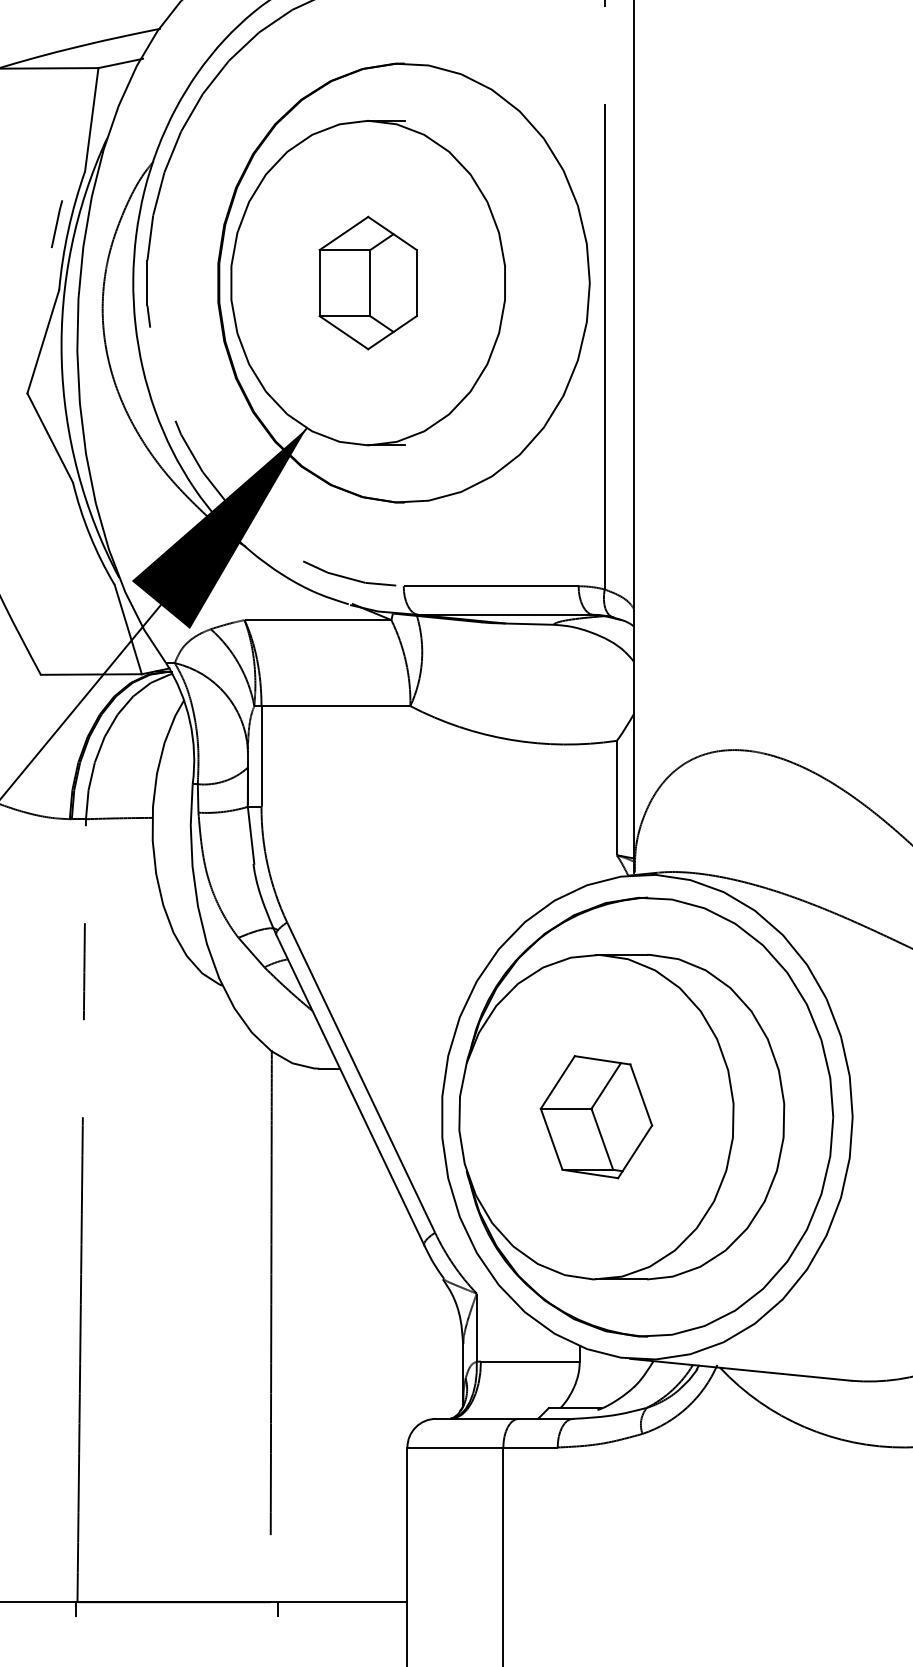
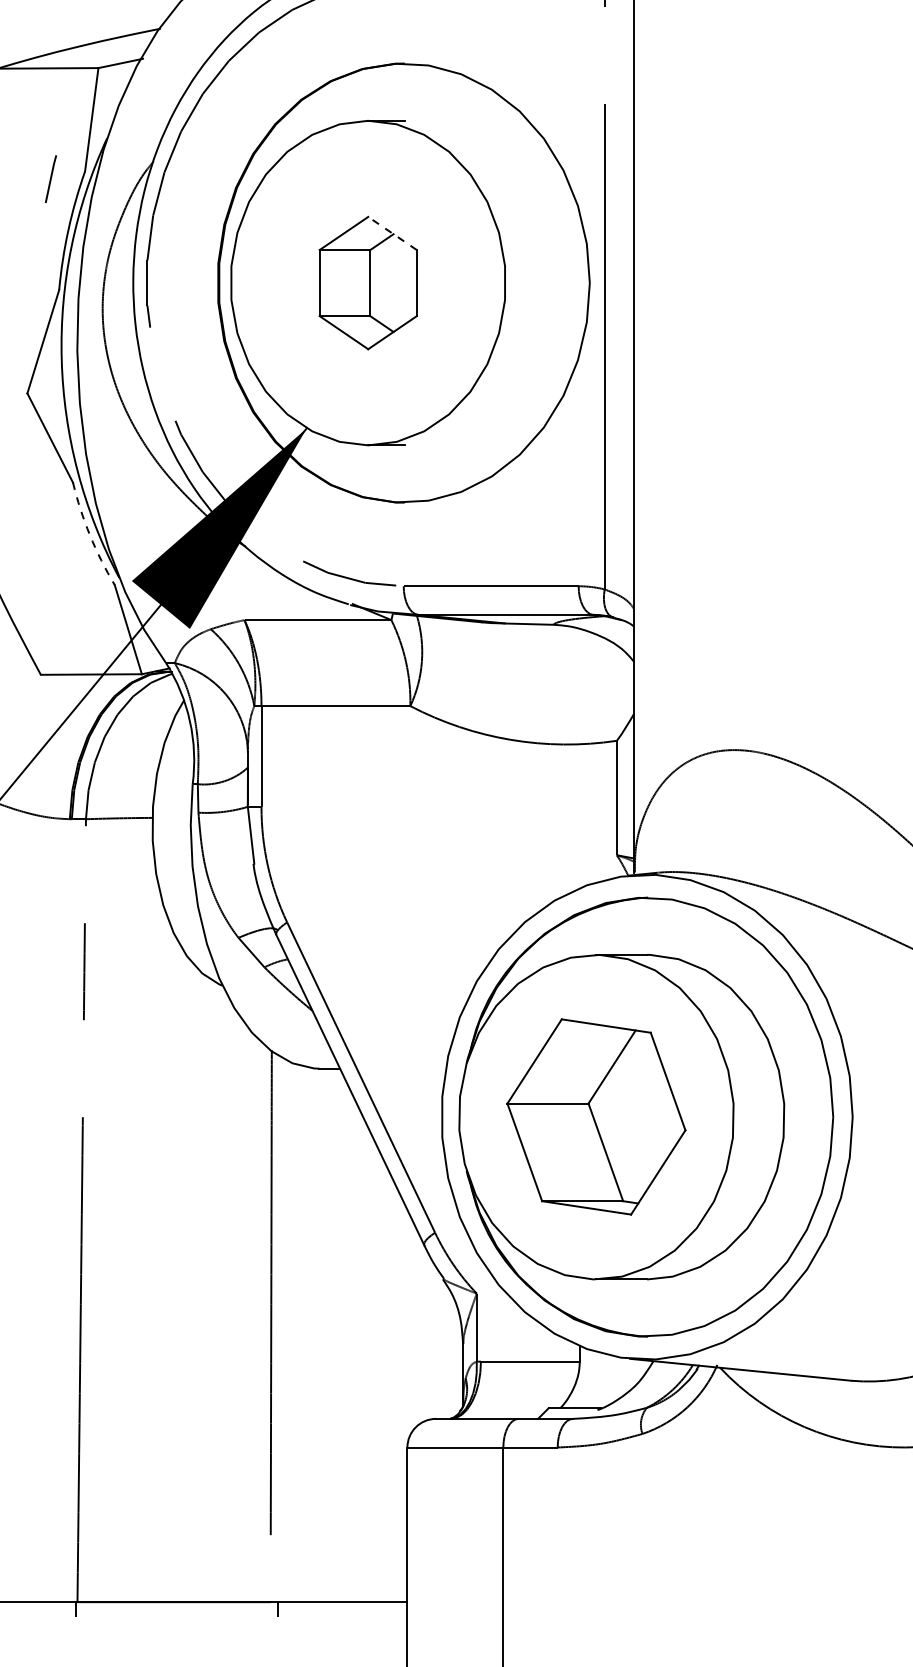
line at (56, 223) position: (56, 223) -> (50, 178)
line at (392, 233): solid -> dashed
arc at (90, 535): solid -> dashed
part at (596, 1117) size: 115x125 px -> 181x198 px
